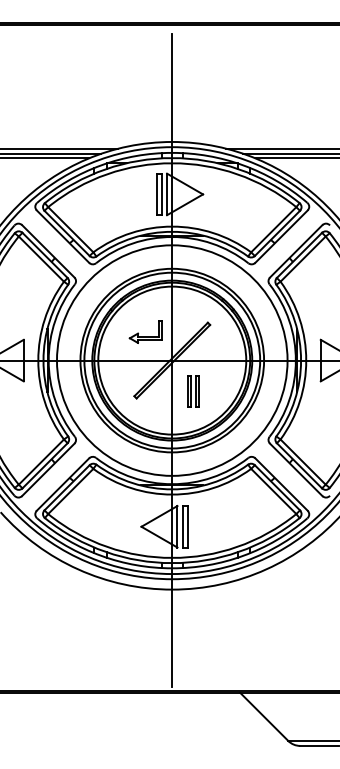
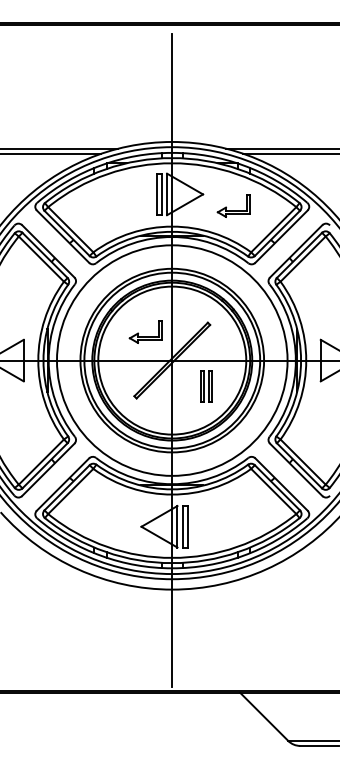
line at (45, 158): present -> none
line at (295, 158): present -> none
part at (233, 205): none -> present
part at (193, 391) position: (193, 391) -> (206, 386)
